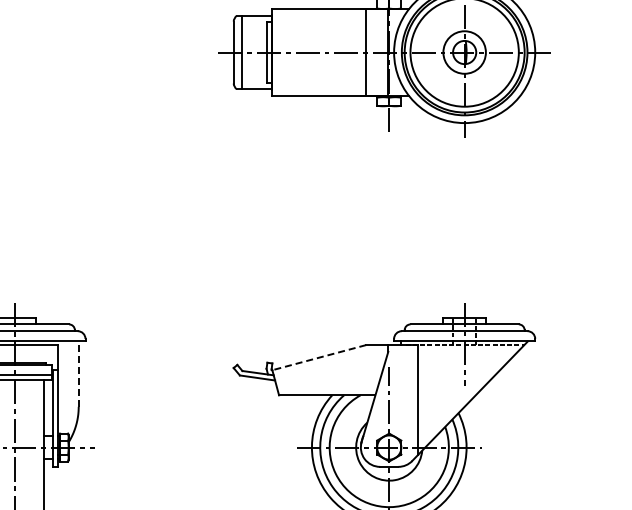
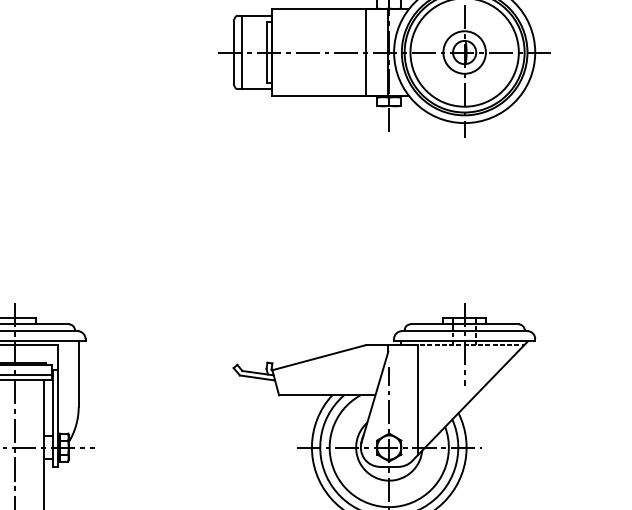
line at (319, 357): dashed -> solid
line at (78, 373): dashed -> solid
